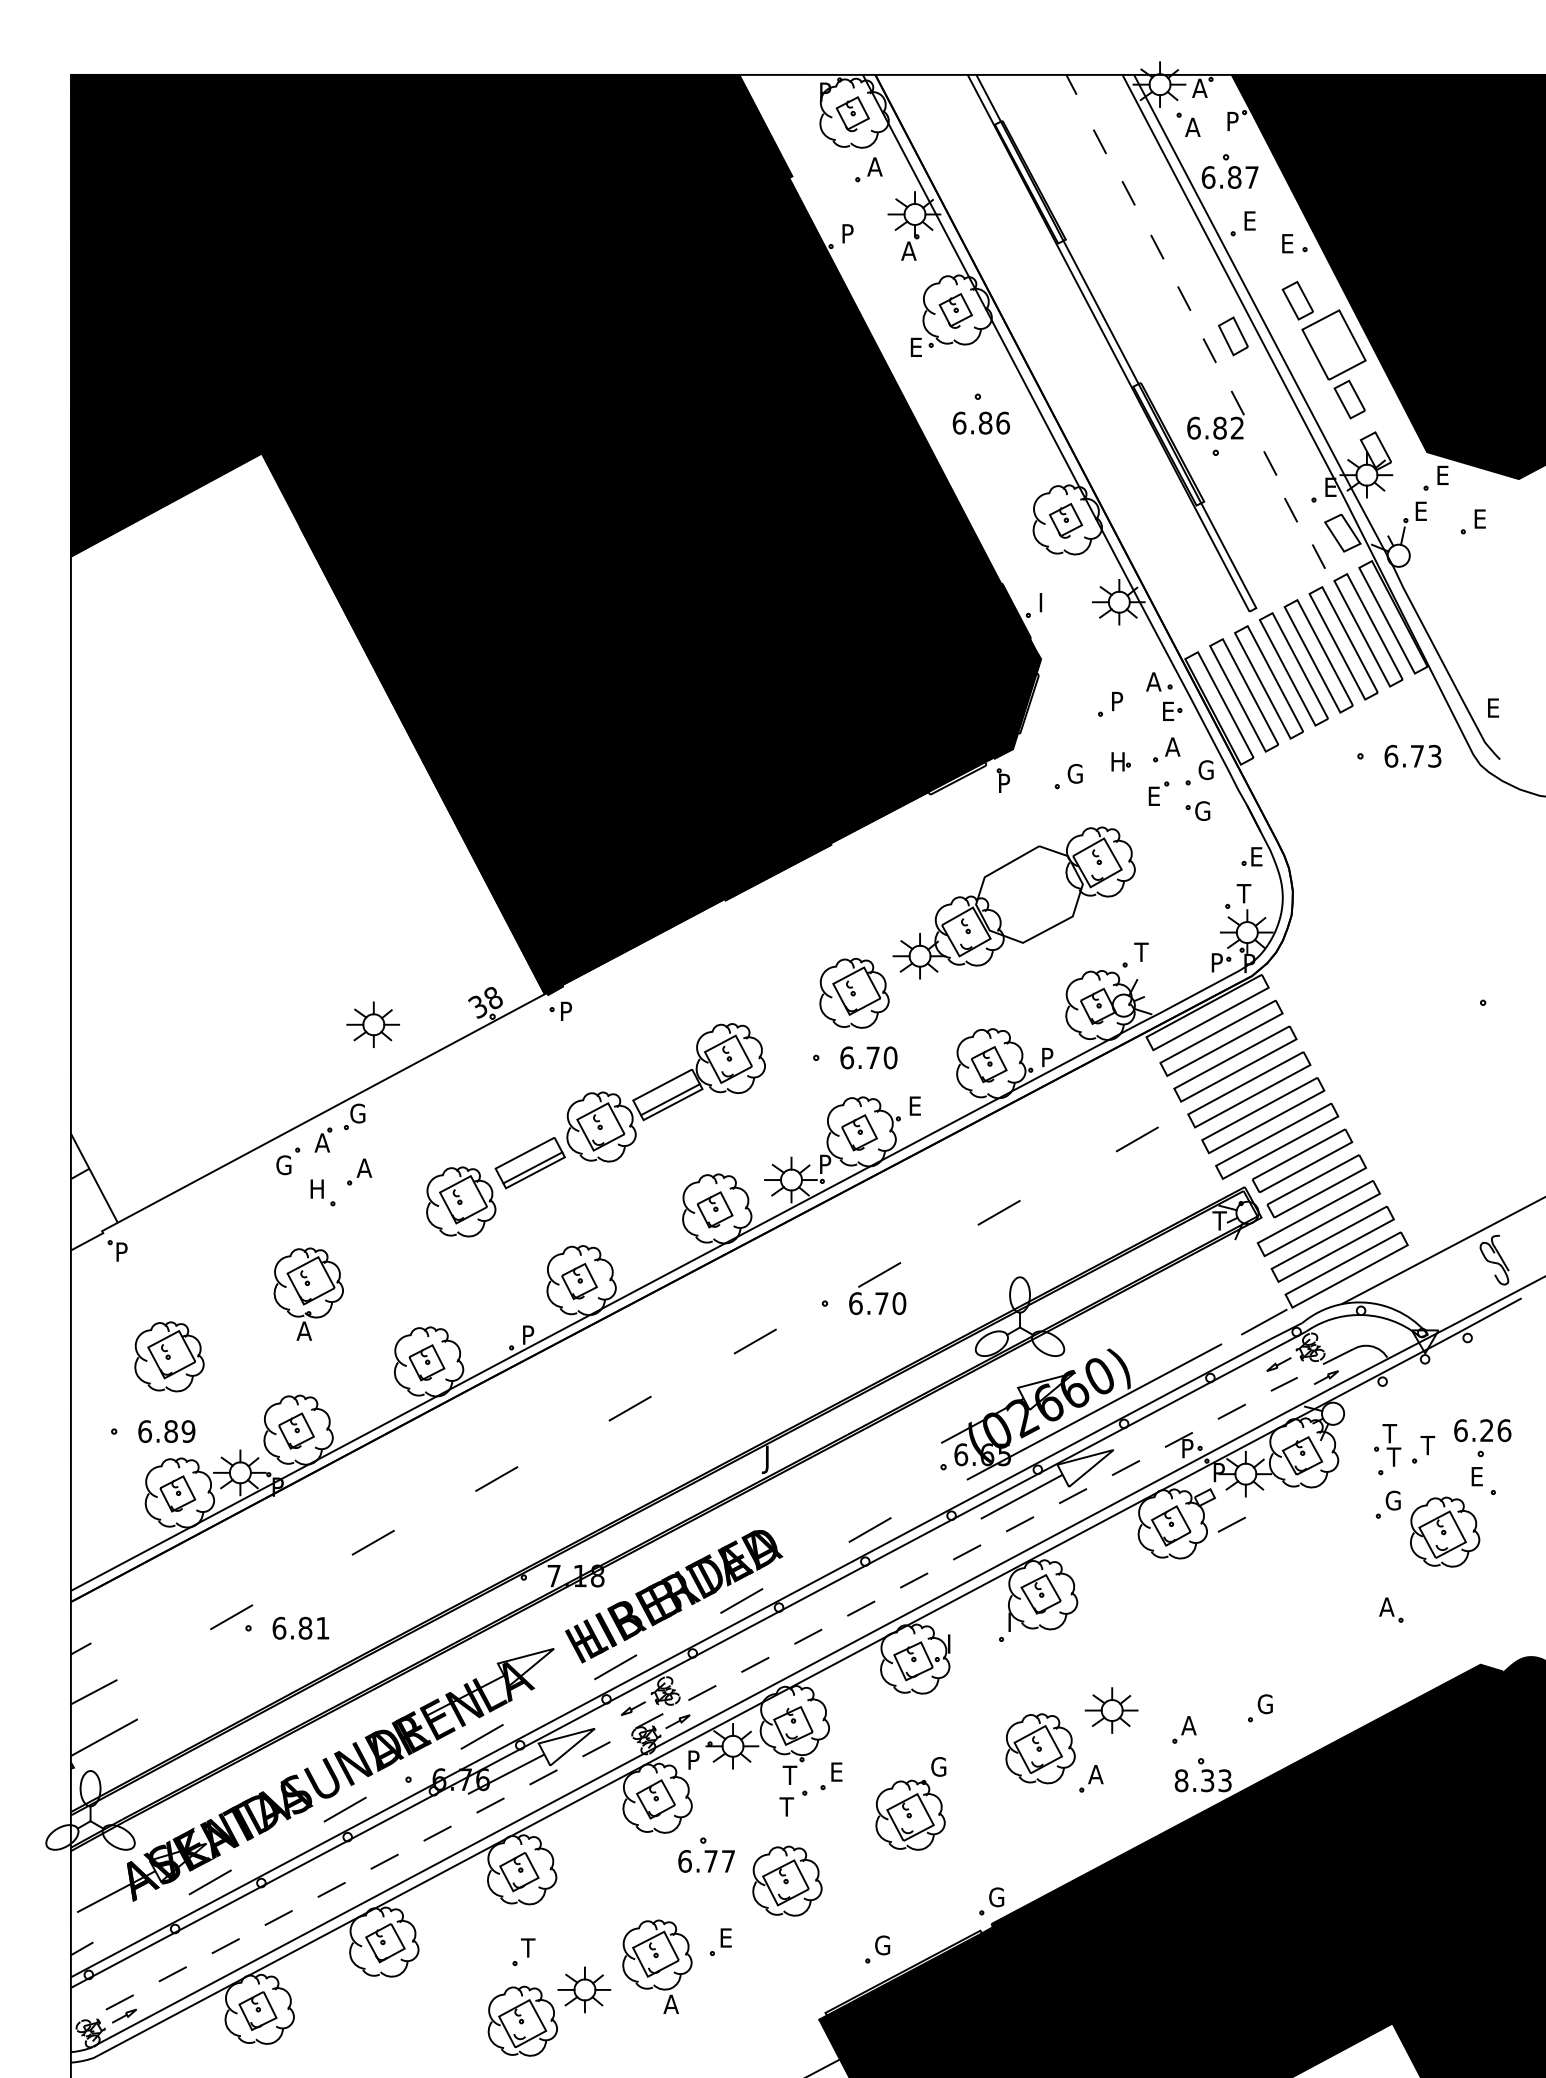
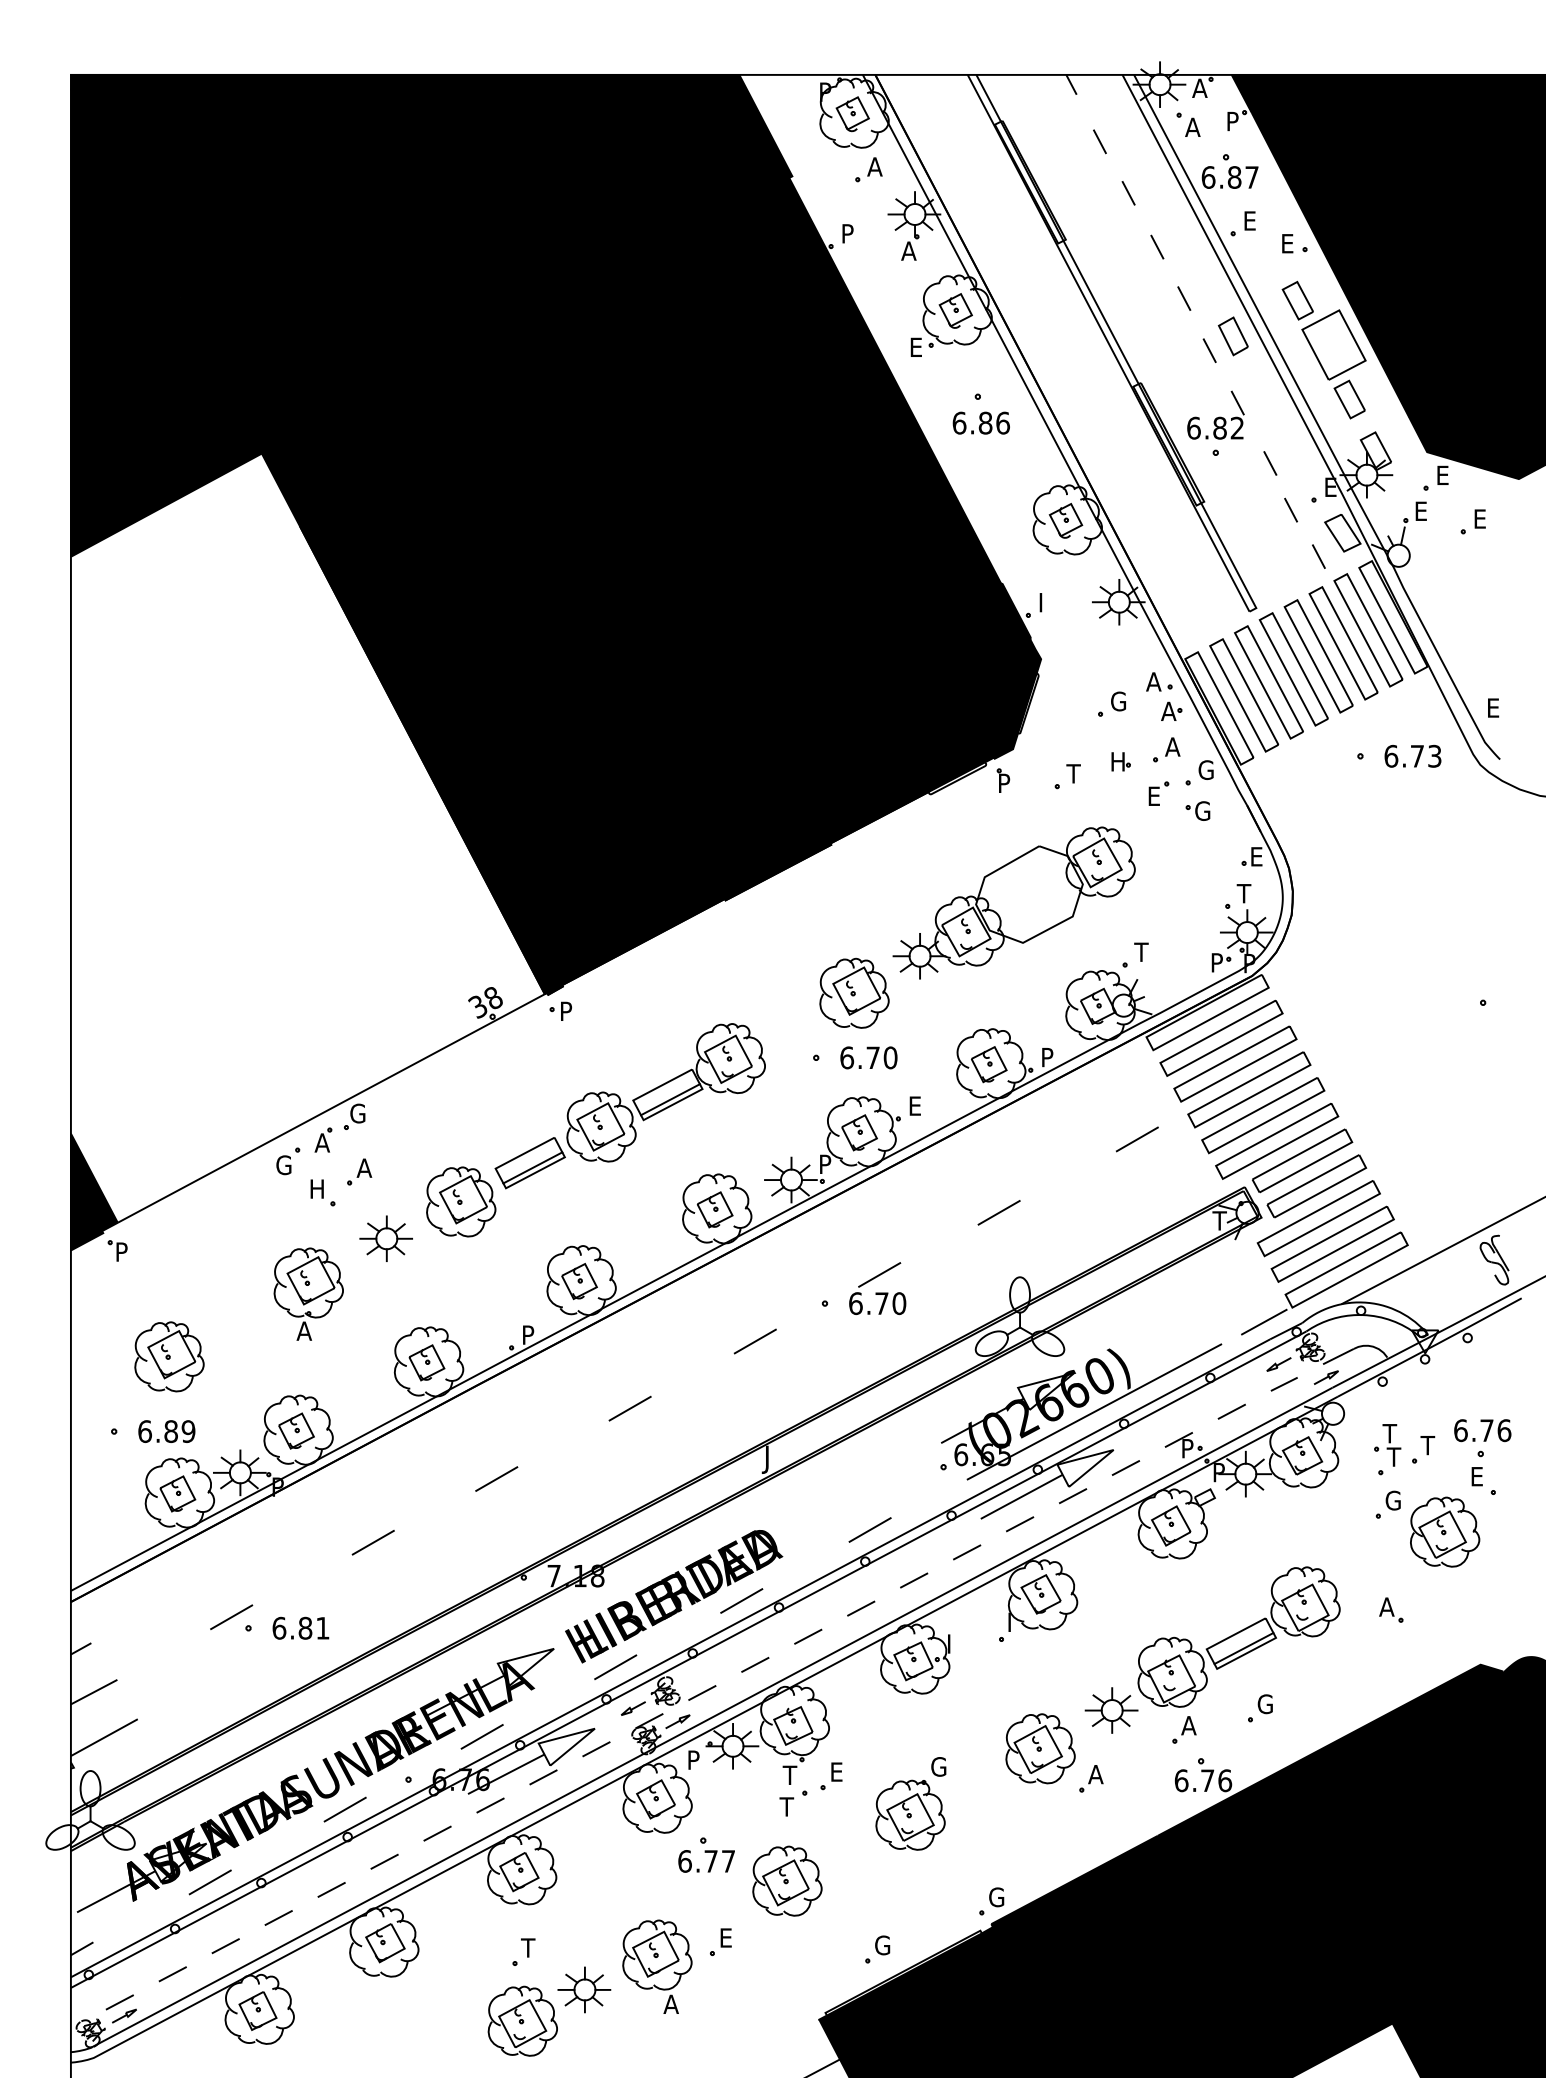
text at (1118, 701): P -> G
text at (1168, 710): E -> A
text at (1074, 773): G -> T
part at (372, 1024) position: (372, 1024) -> (385, 1238)
fill at (93, 1191): none -> present
text at (1486, 1430): 6.26 -> 6.76
line at (1231, 1524): present -> none
part at (1238, 1636): none -> present
text at (1203, 1780): 8.33 -> 6.76
